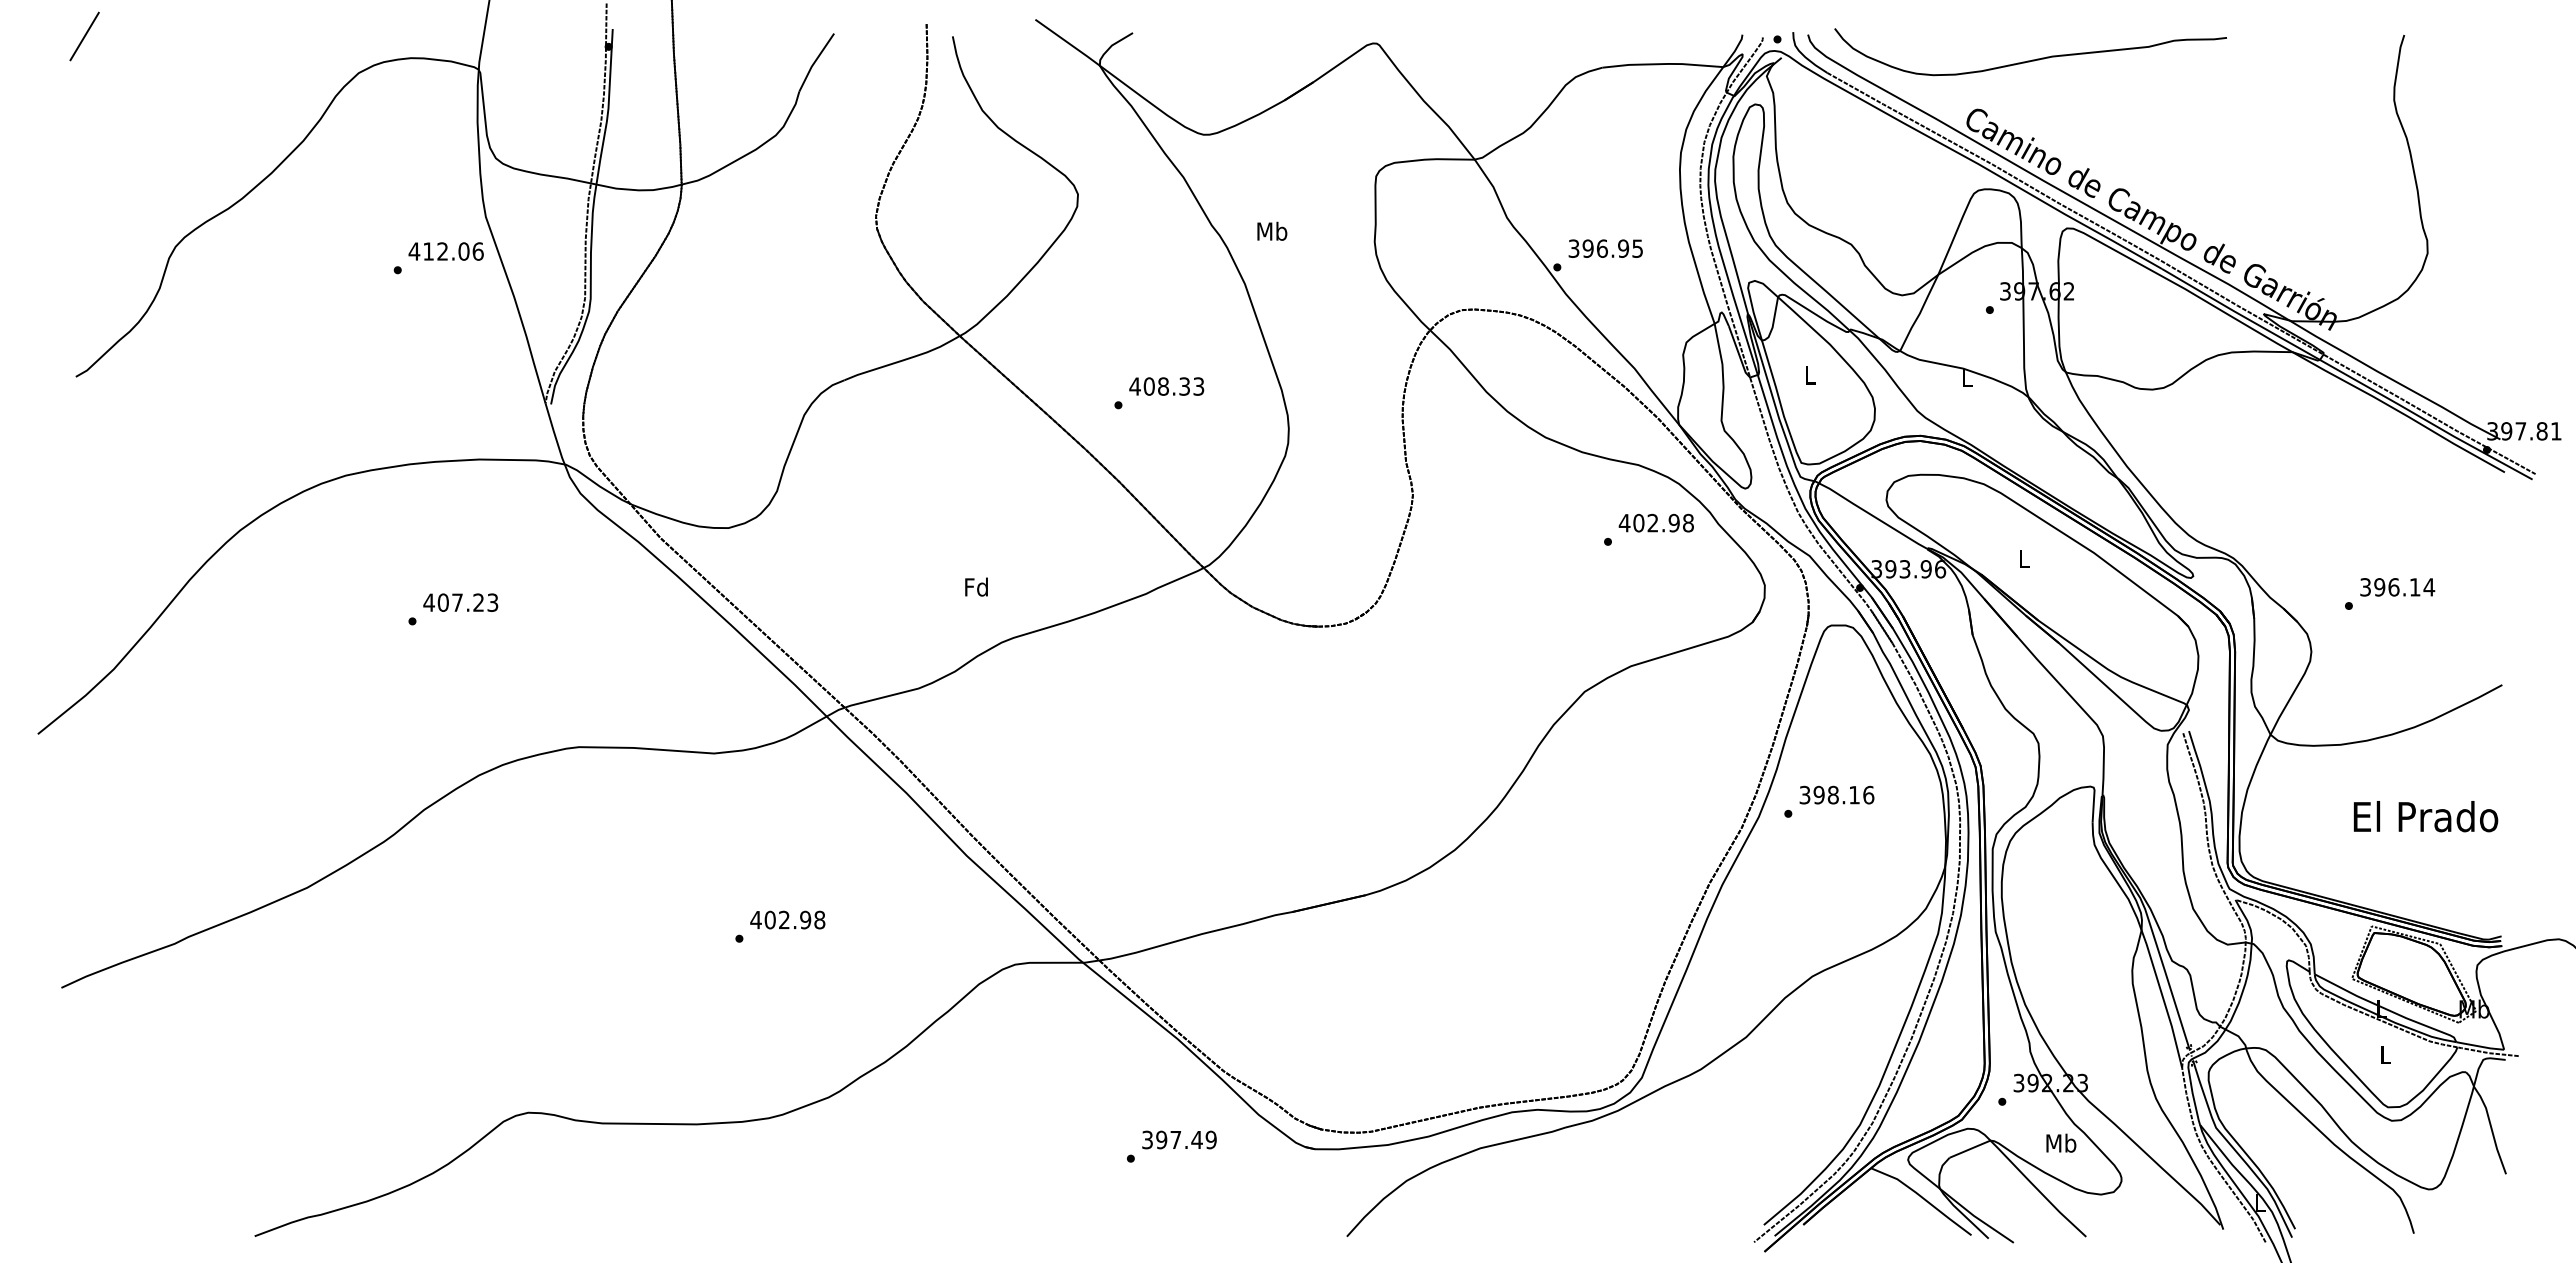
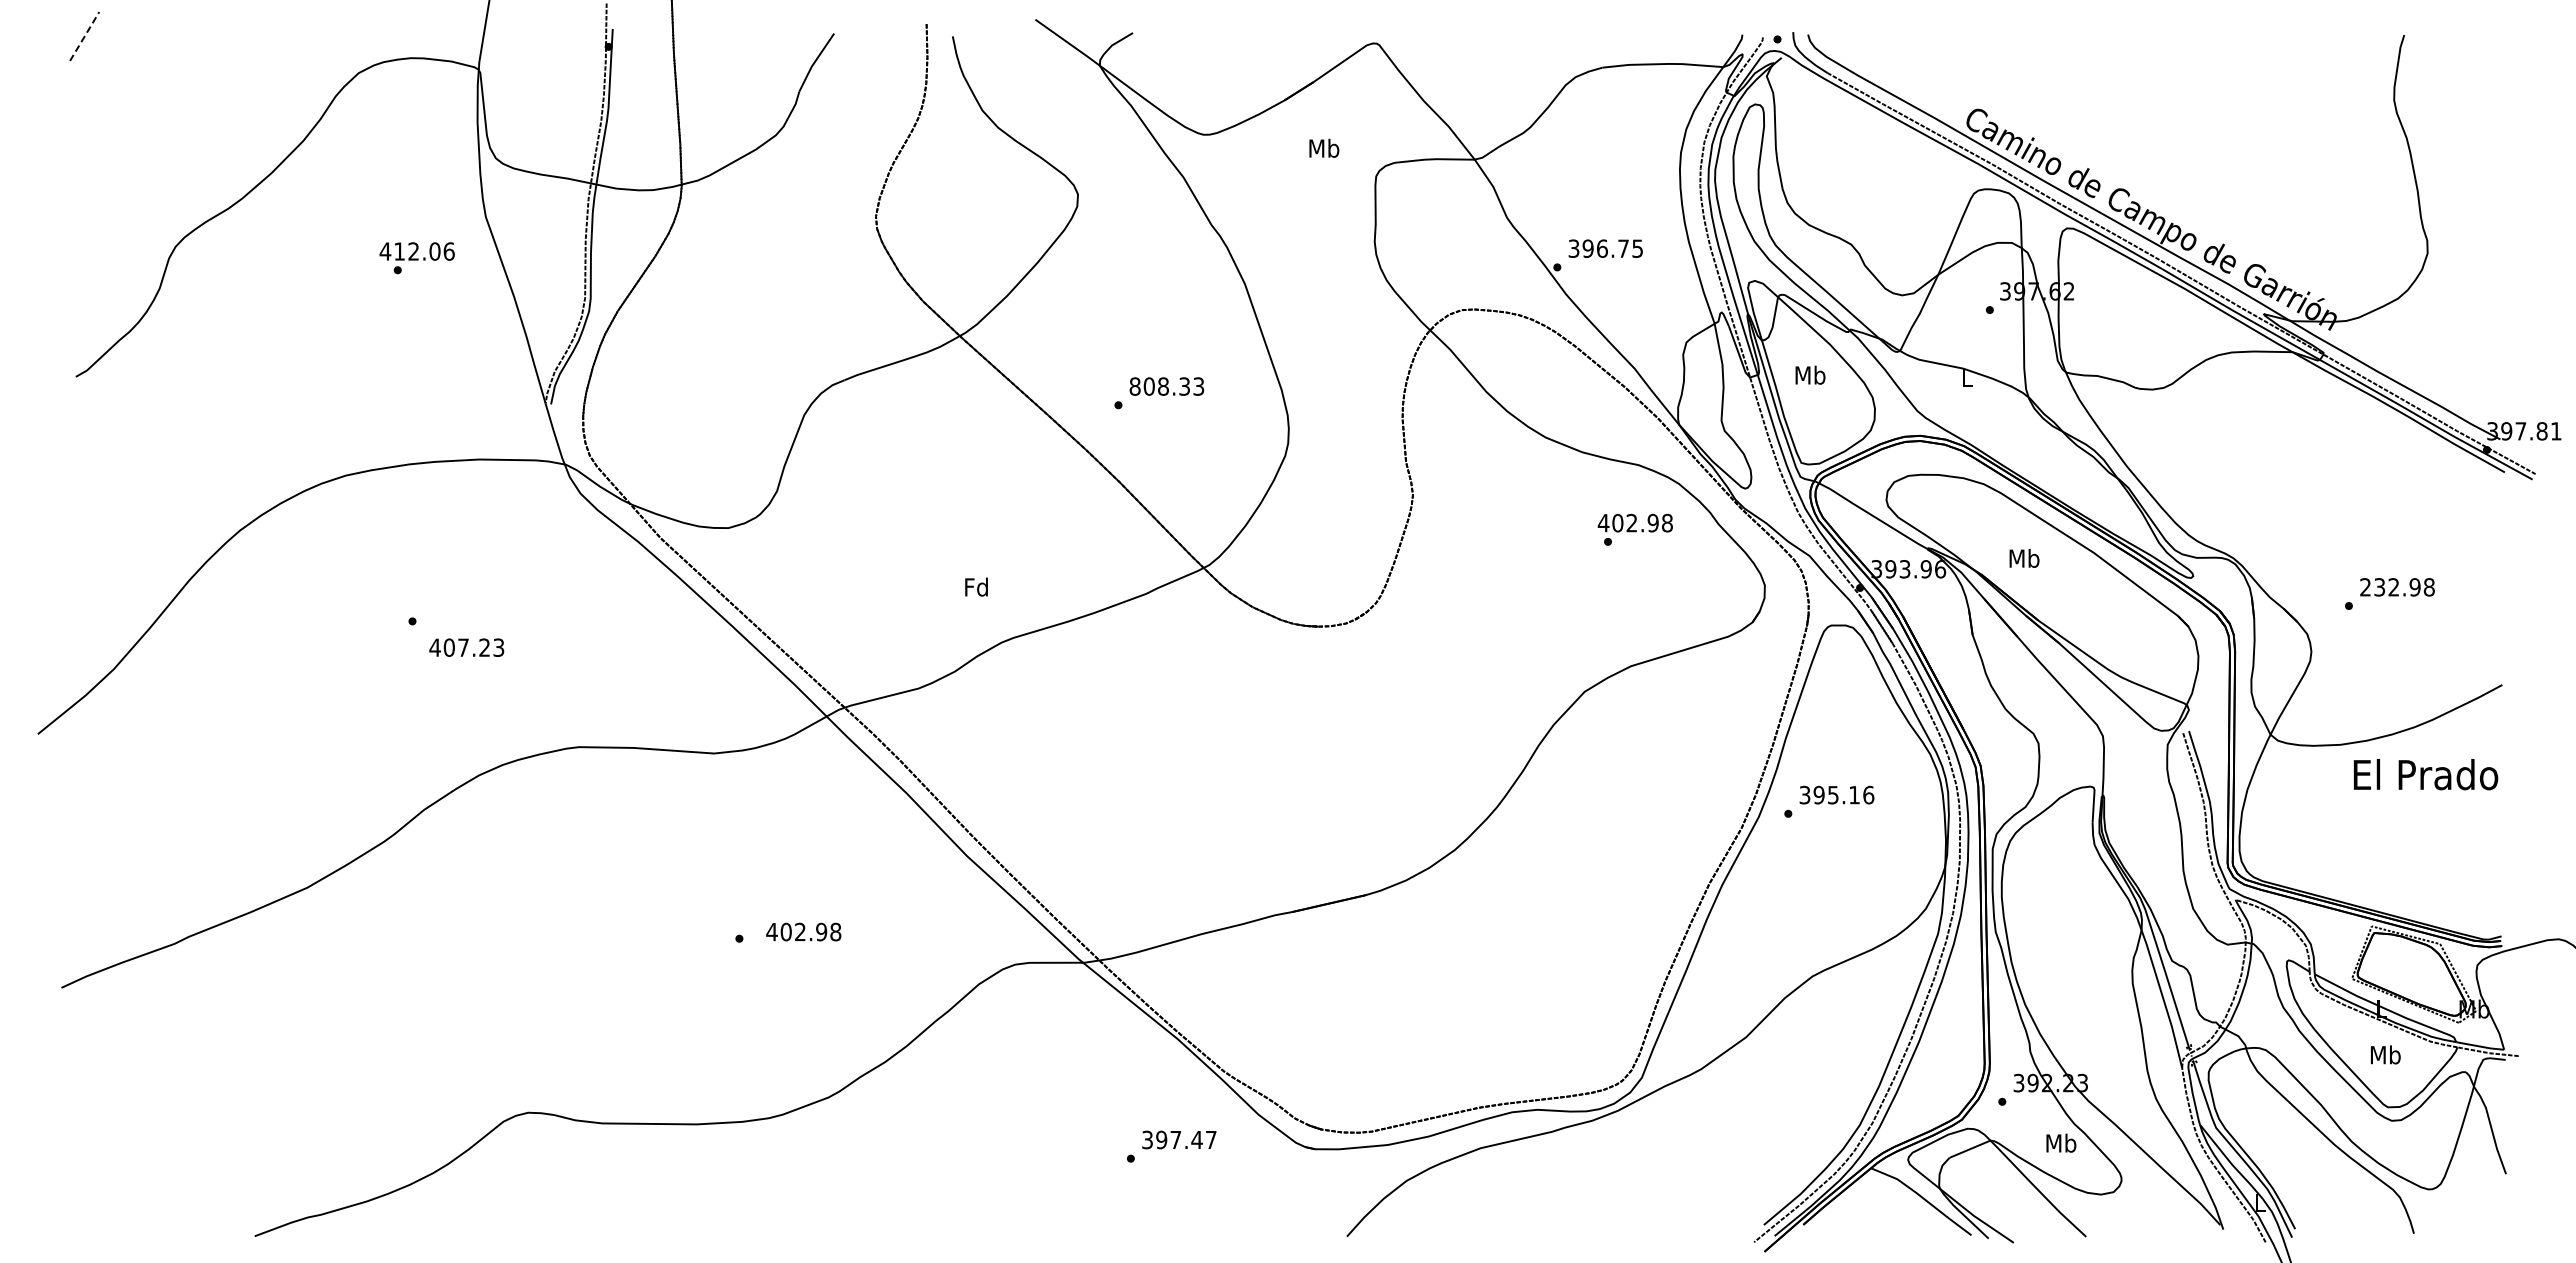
line at (84, 36): solid -> dashed
curve at (2032, 59): present -> none
text at (1272, 230) position: (1272, 230) -> (1324, 147)
text at (1623, 248): 396.95 -> 396.75
text at (445, 251) position: (445, 251) -> (416, 251)
text at (1810, 374): L -> Mb
text at (1134, 386): 408.33 -> 808.33
text at (1655, 522) position: (1655, 522) -> (1634, 522)
text at (2024, 557): L -> Mb
text at (2397, 587): 396.14 -> 232.98
text at (460, 602) position: (460, 602) -> (466, 647)
text at (1832, 794): 398.16 -> 395.16
text at (2426, 816) position: (2426, 816) -> (2426, 774)
text at (787, 919) position: (787, 919) -> (803, 931)
text at (2385, 1054): L -> Mb
text at (1210, 1139): 397.49 -> 397.47
